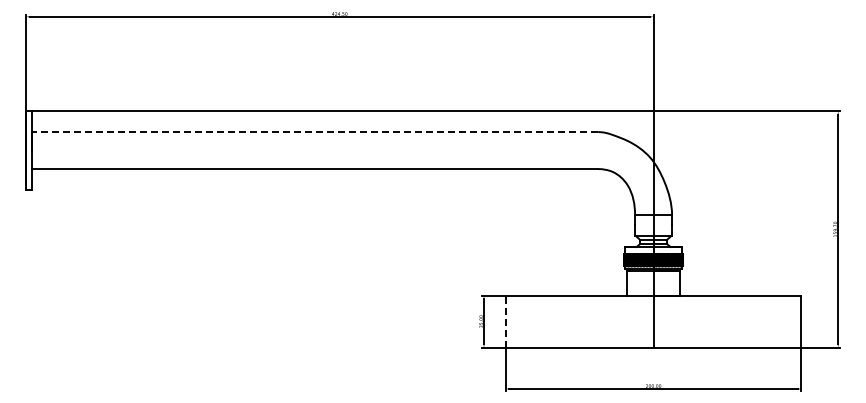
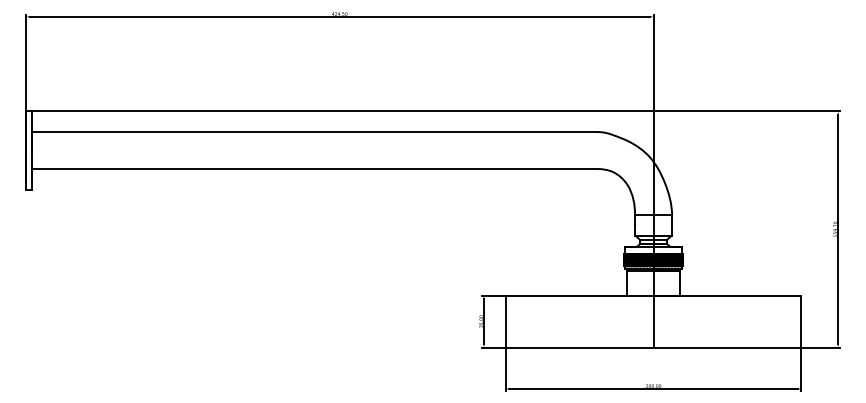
line at (314, 132): dashed -> solid
line at (505, 321): dashed -> solid
